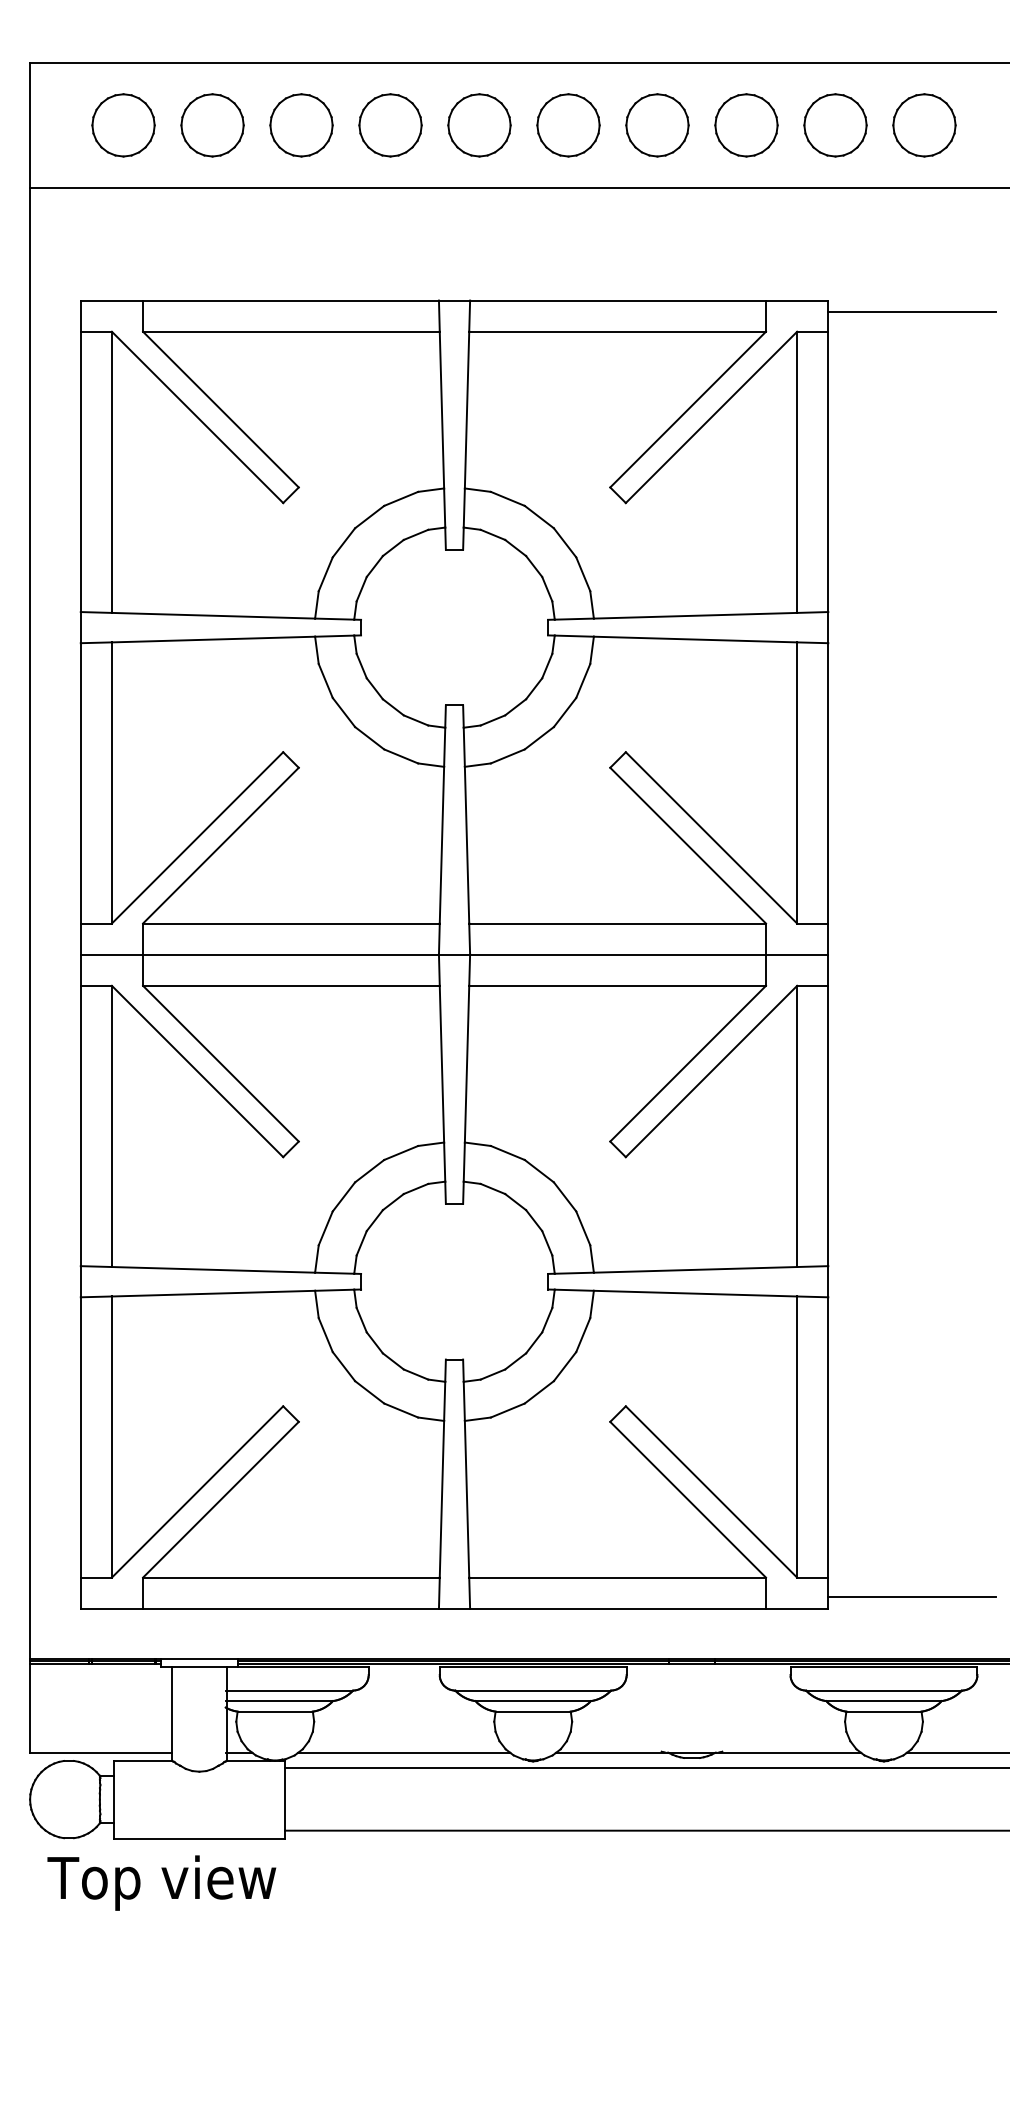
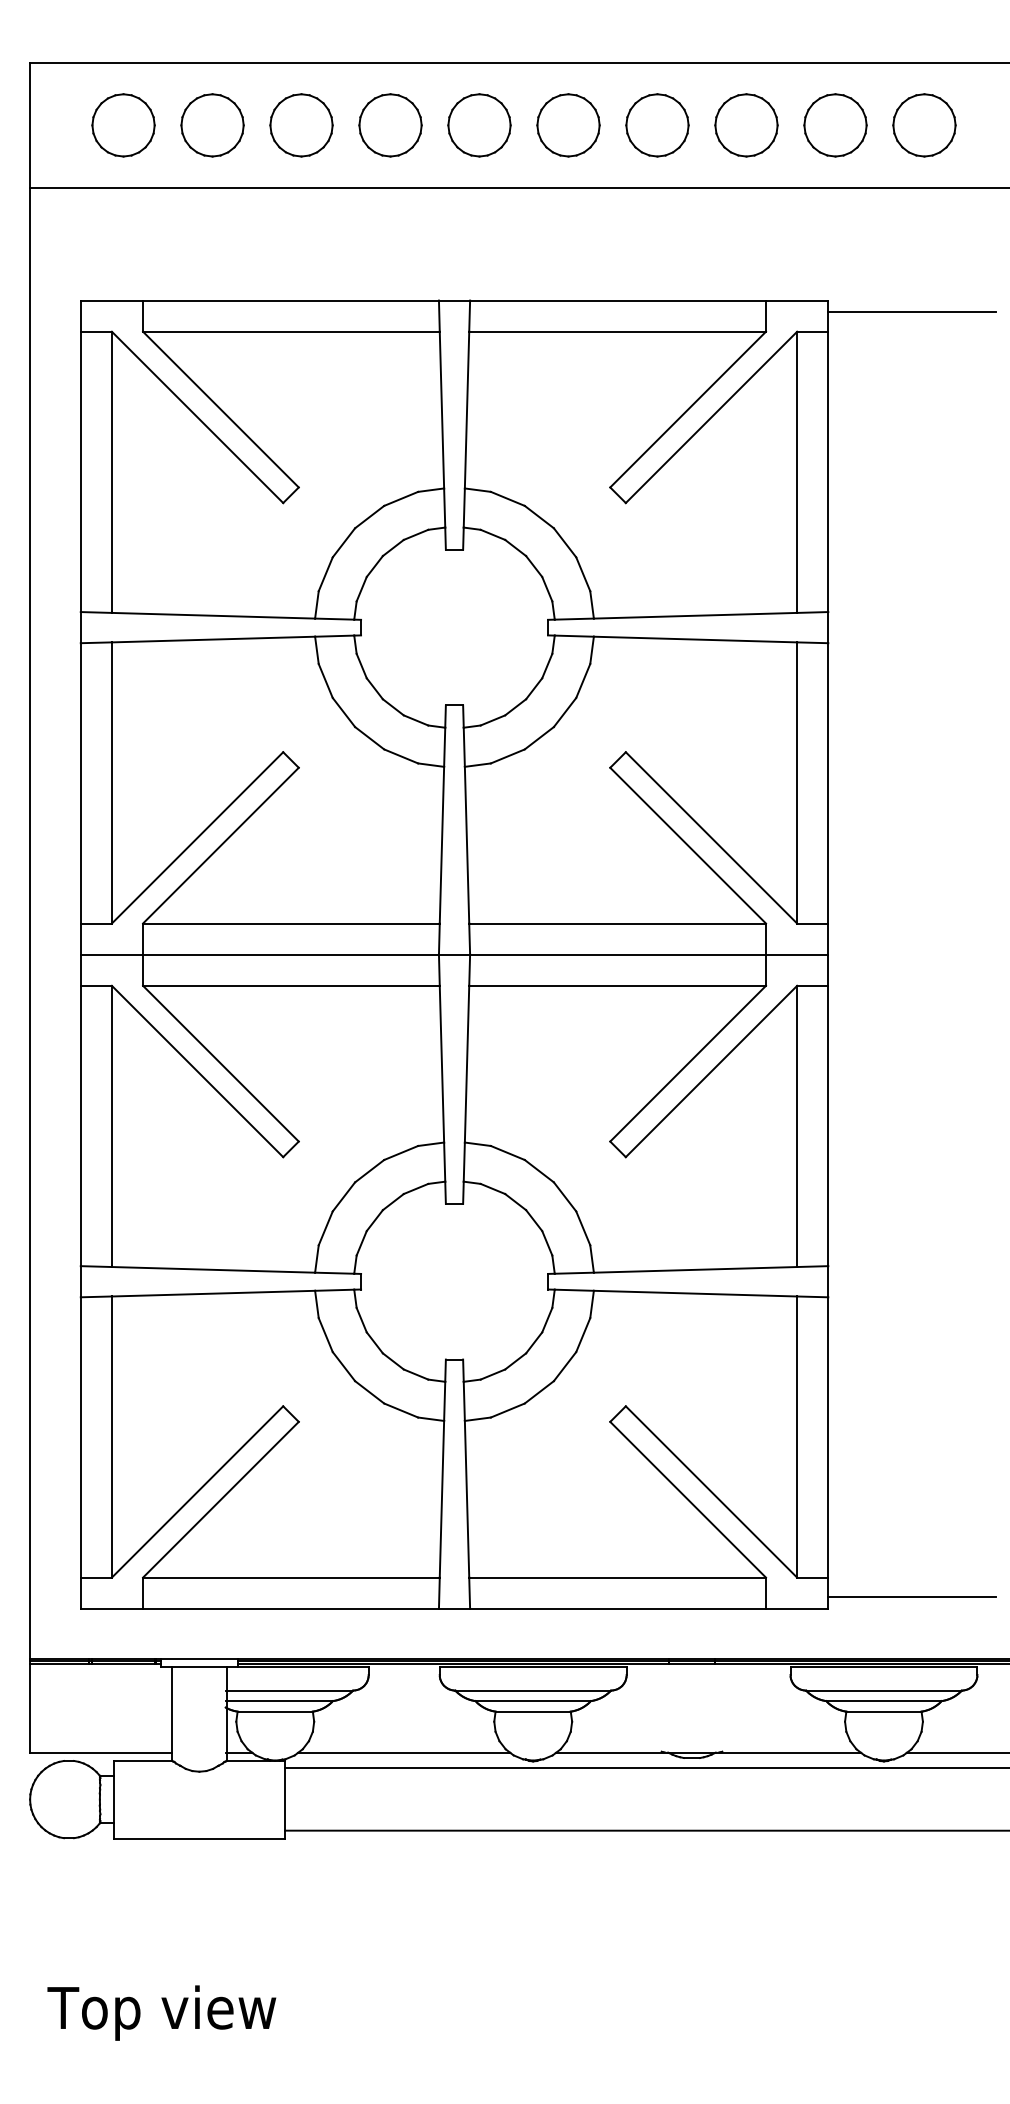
text at (161, 1882) position: (161, 1882) -> (161, 2012)
